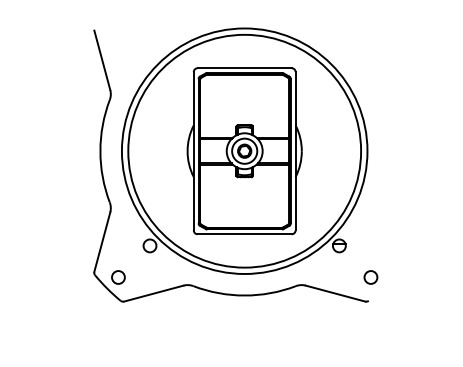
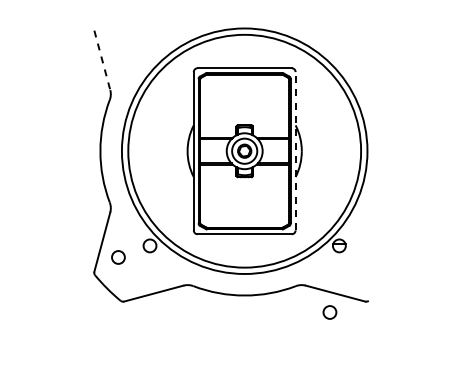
line at (102, 60): solid -> dashed
line at (295, 150): solid -> dashed
circle at (118, 277) position: (118, 277) -> (118, 257)
circle at (370, 277) position: (370, 277) -> (329, 312)
